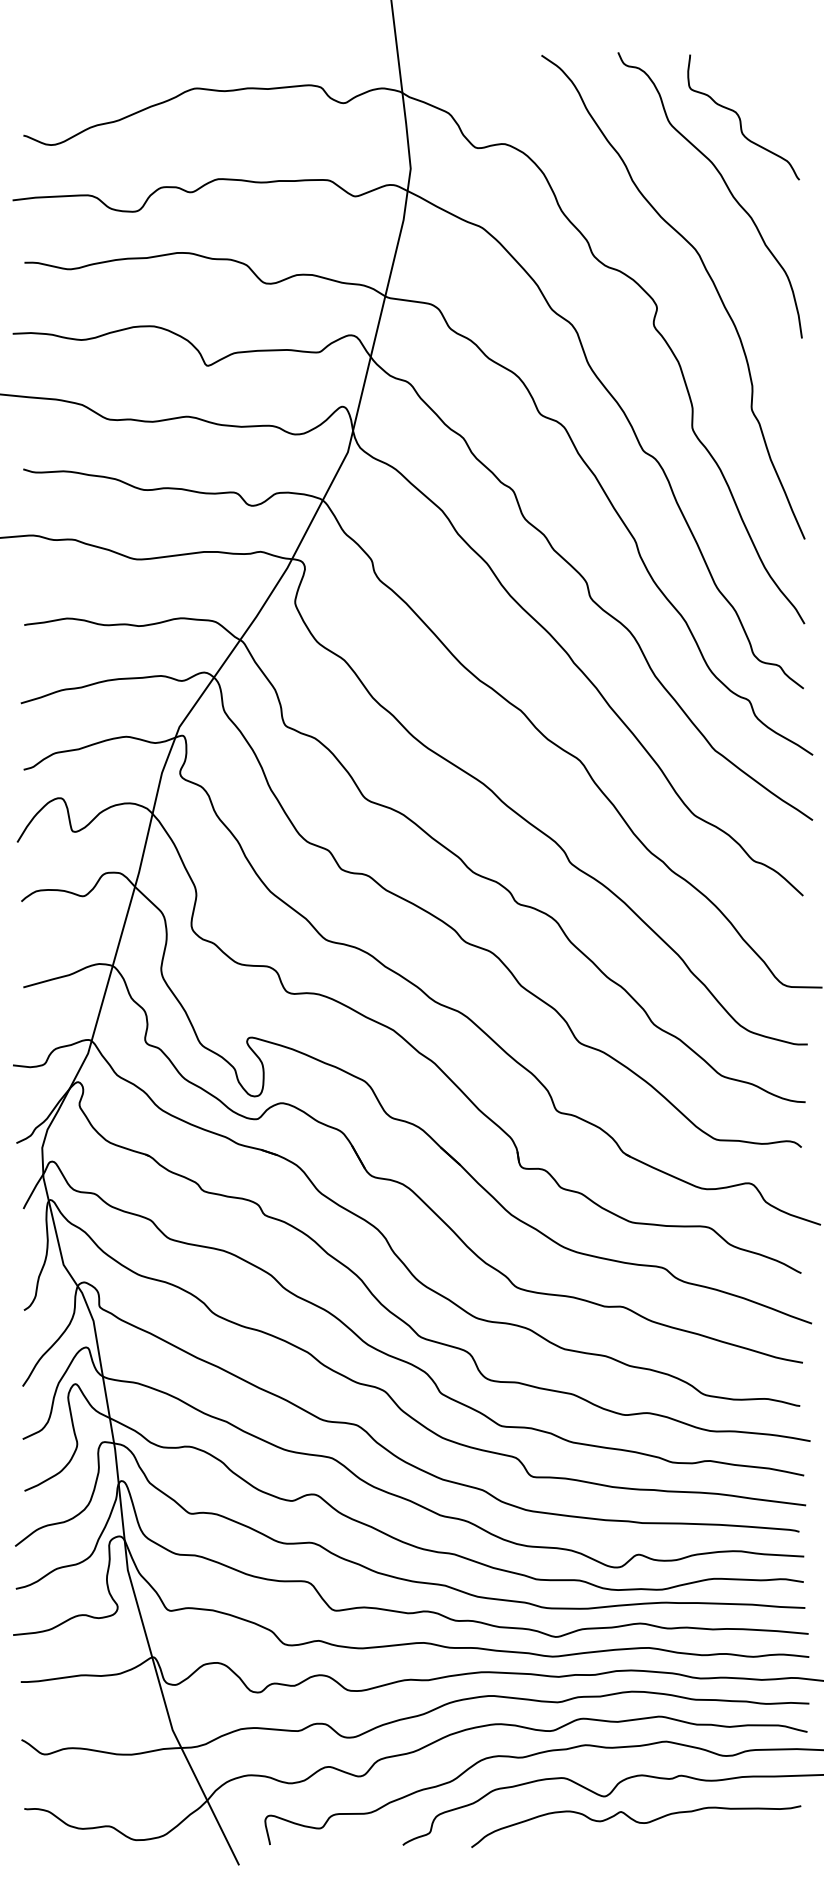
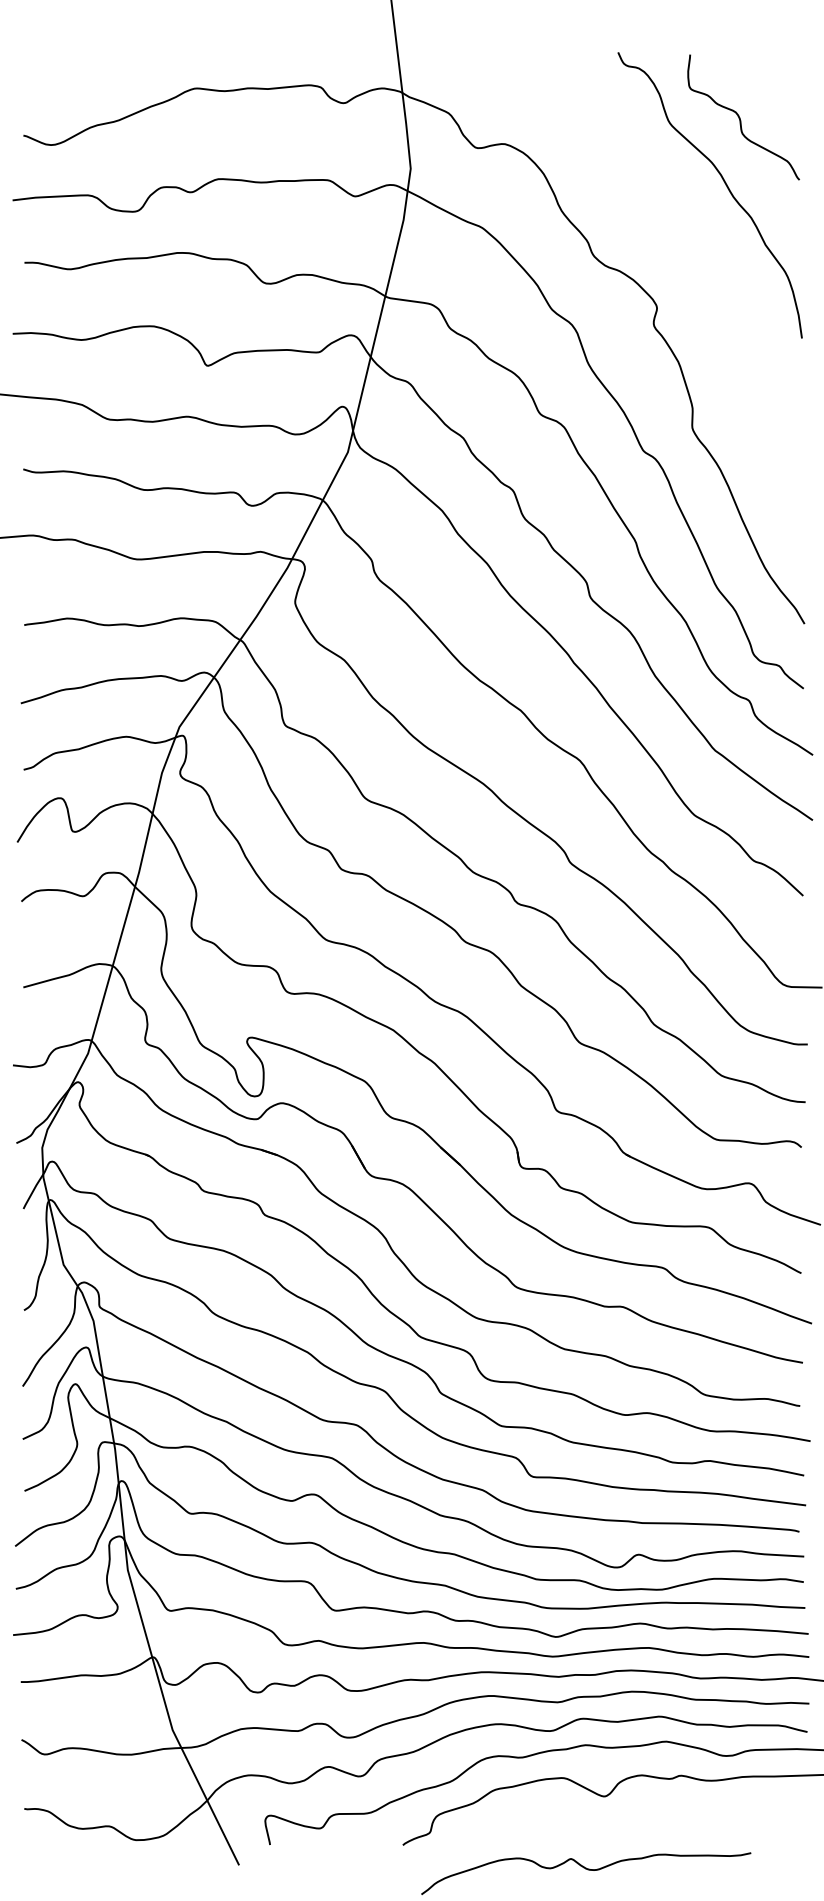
curve at (707, 274): present -> none
curve at (637, 1823) position: (637, 1823) -> (587, 1870)
